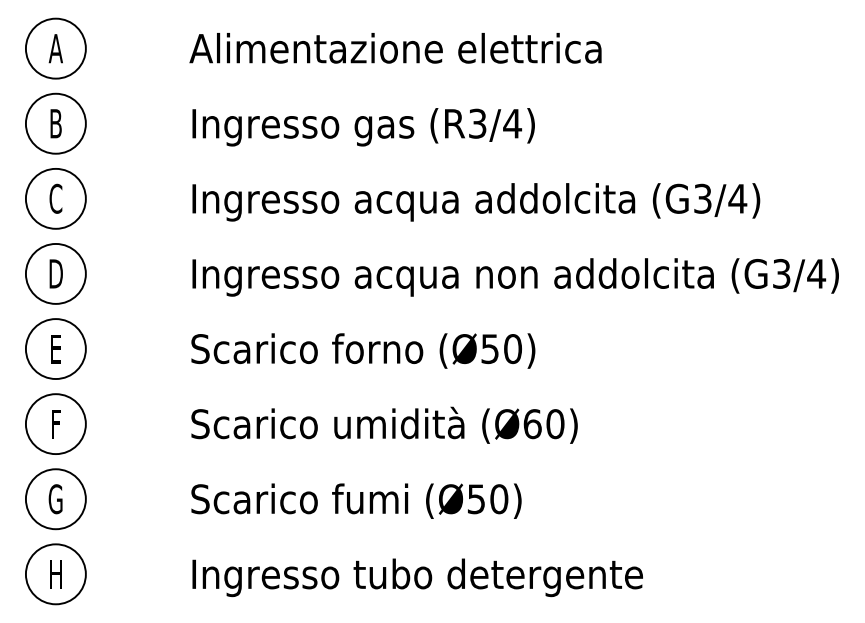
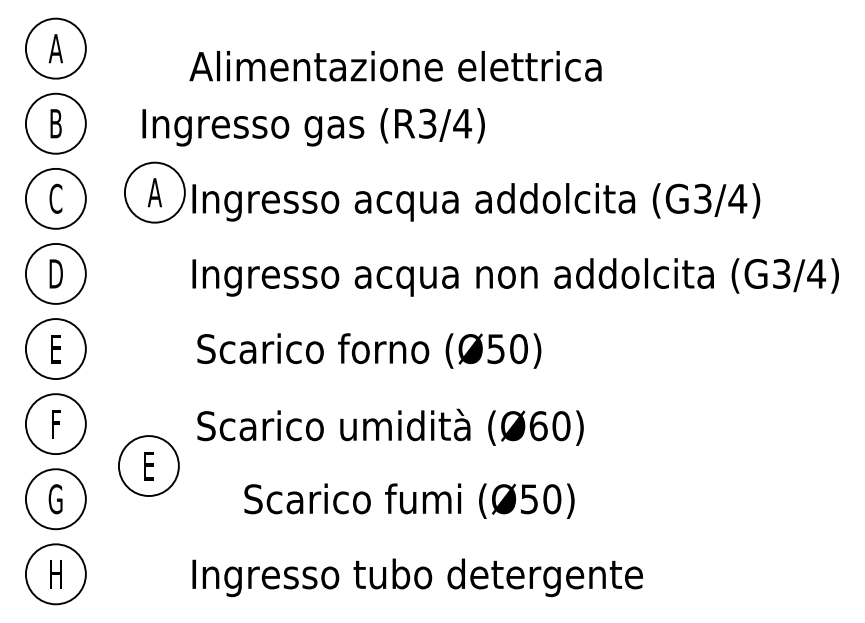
text at (395, 48) position: (395, 48) -> (395, 66)
text at (363, 127) position: (363, 127) -> (313, 127)
part at (154, 192): none -> present
text at (363, 350) position: (363, 350) -> (369, 350)
text at (384, 424) position: (384, 424) -> (390, 426)
part at (148, 465): none -> present
text at (356, 500) position: (356, 500) -> (409, 500)
